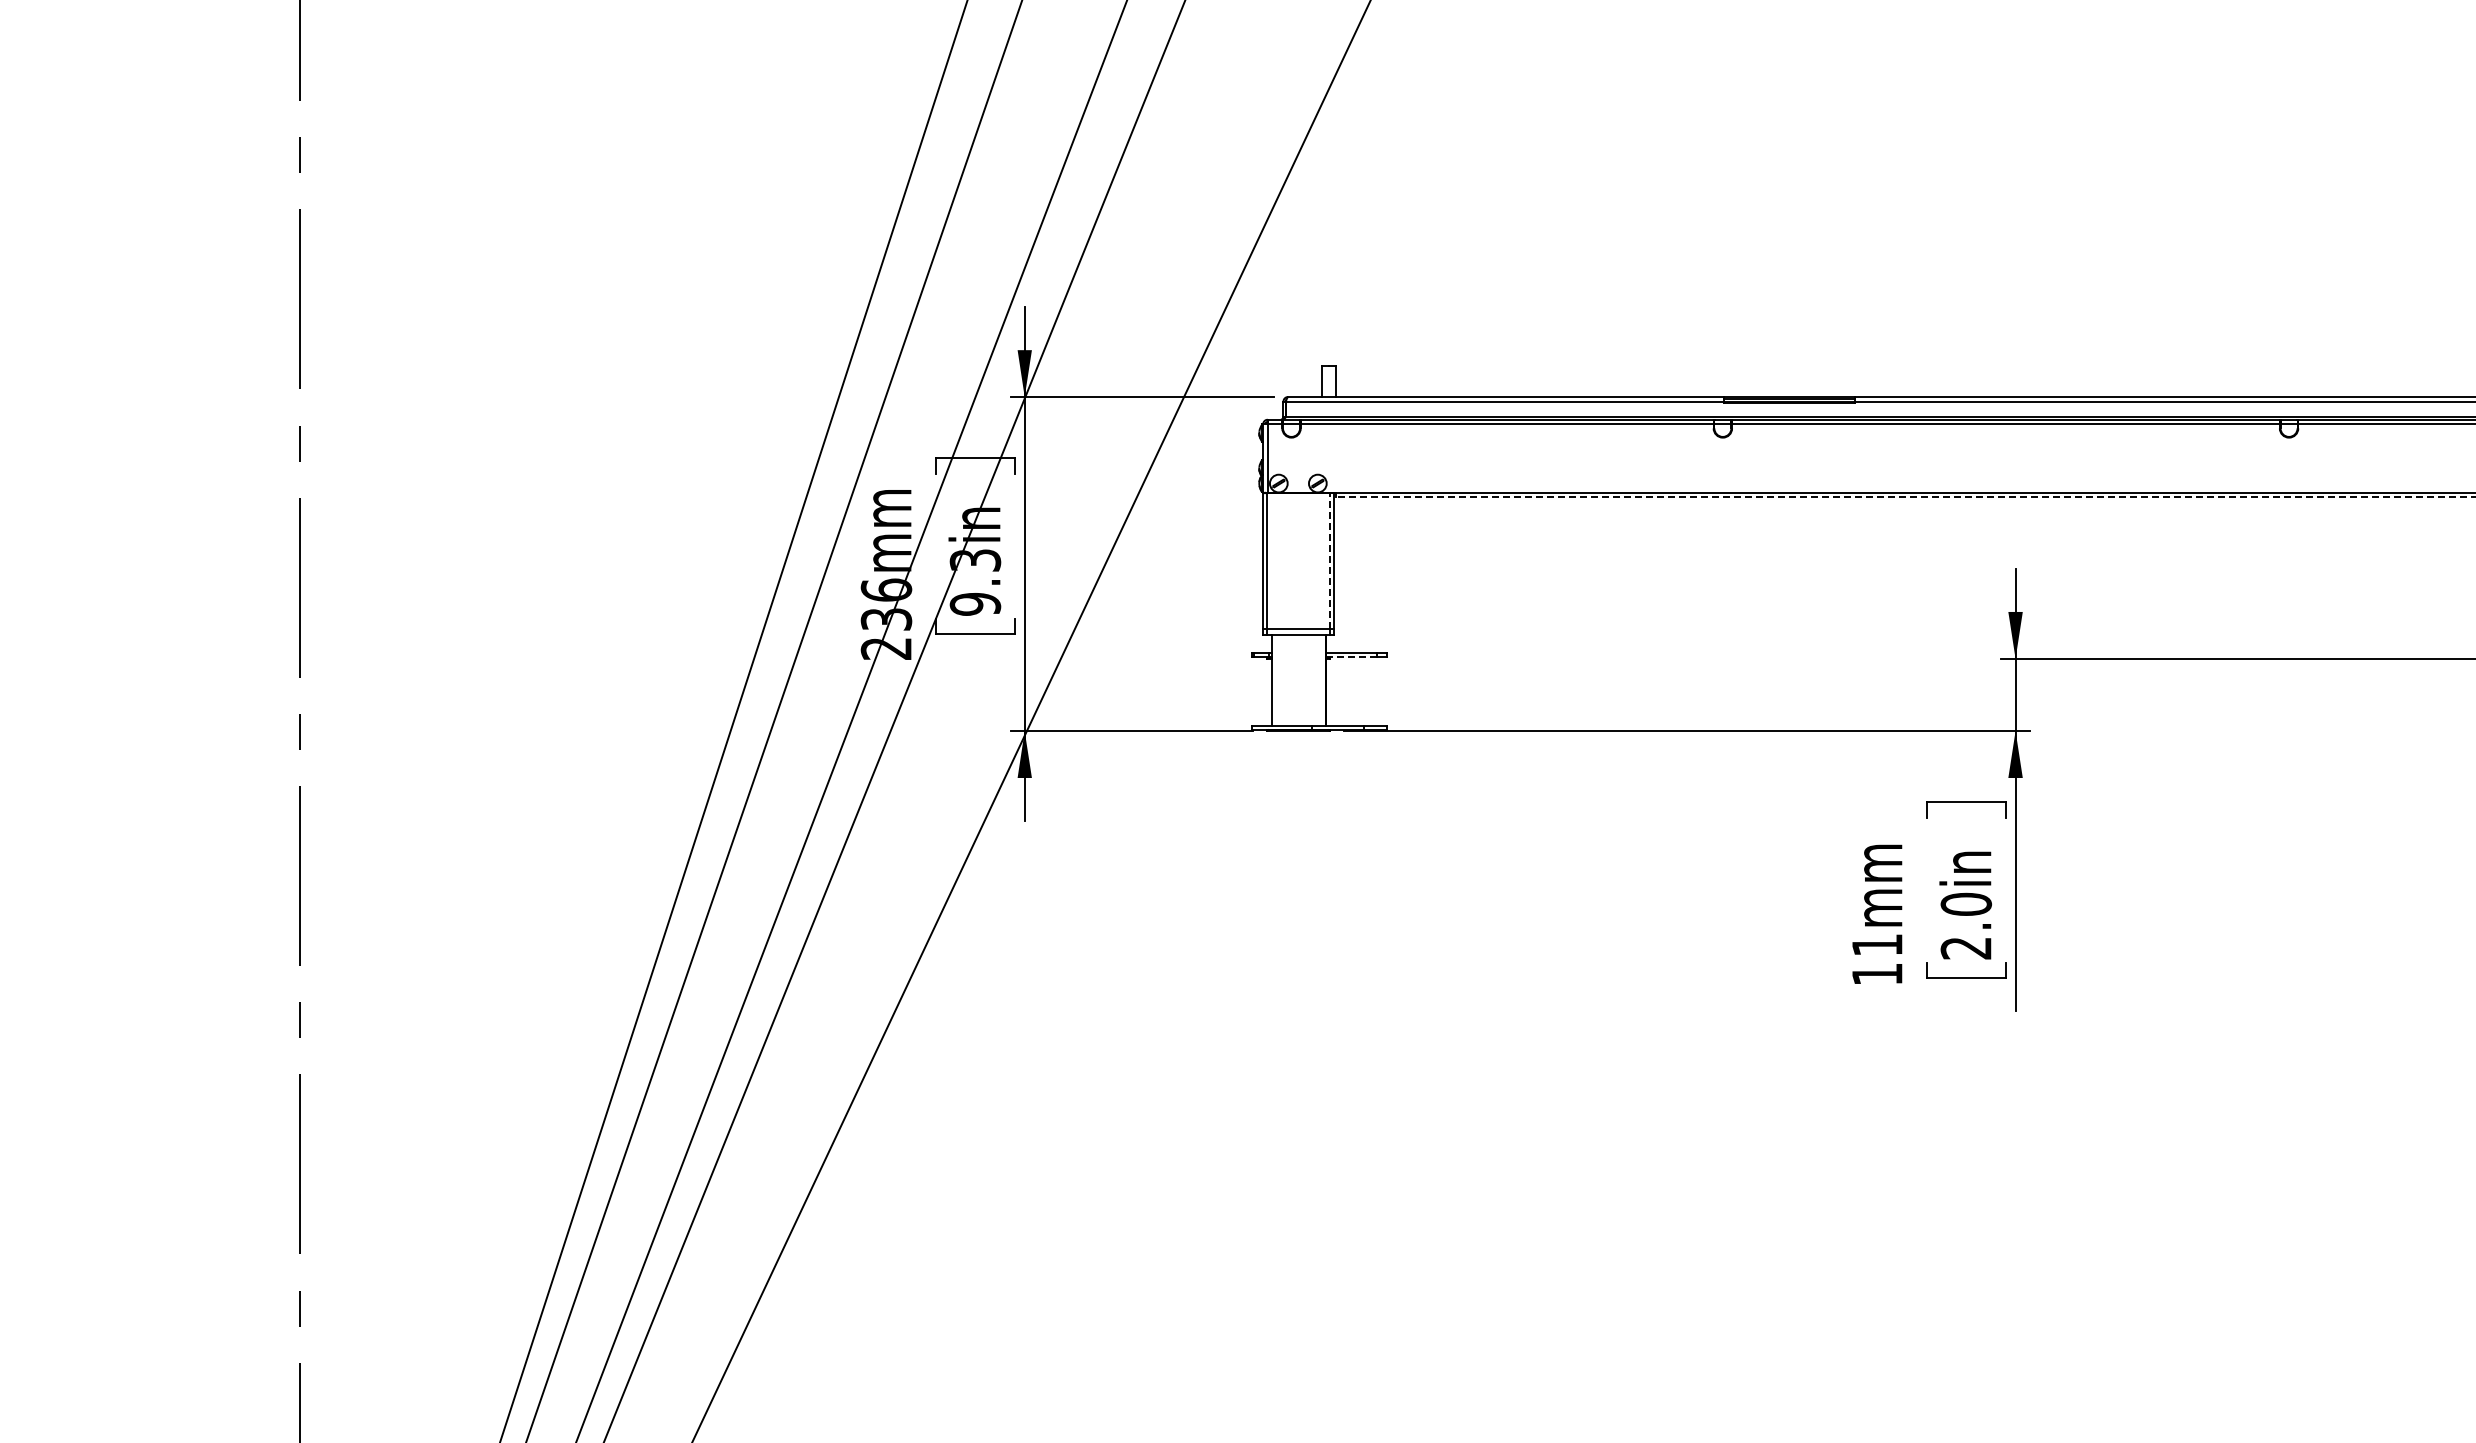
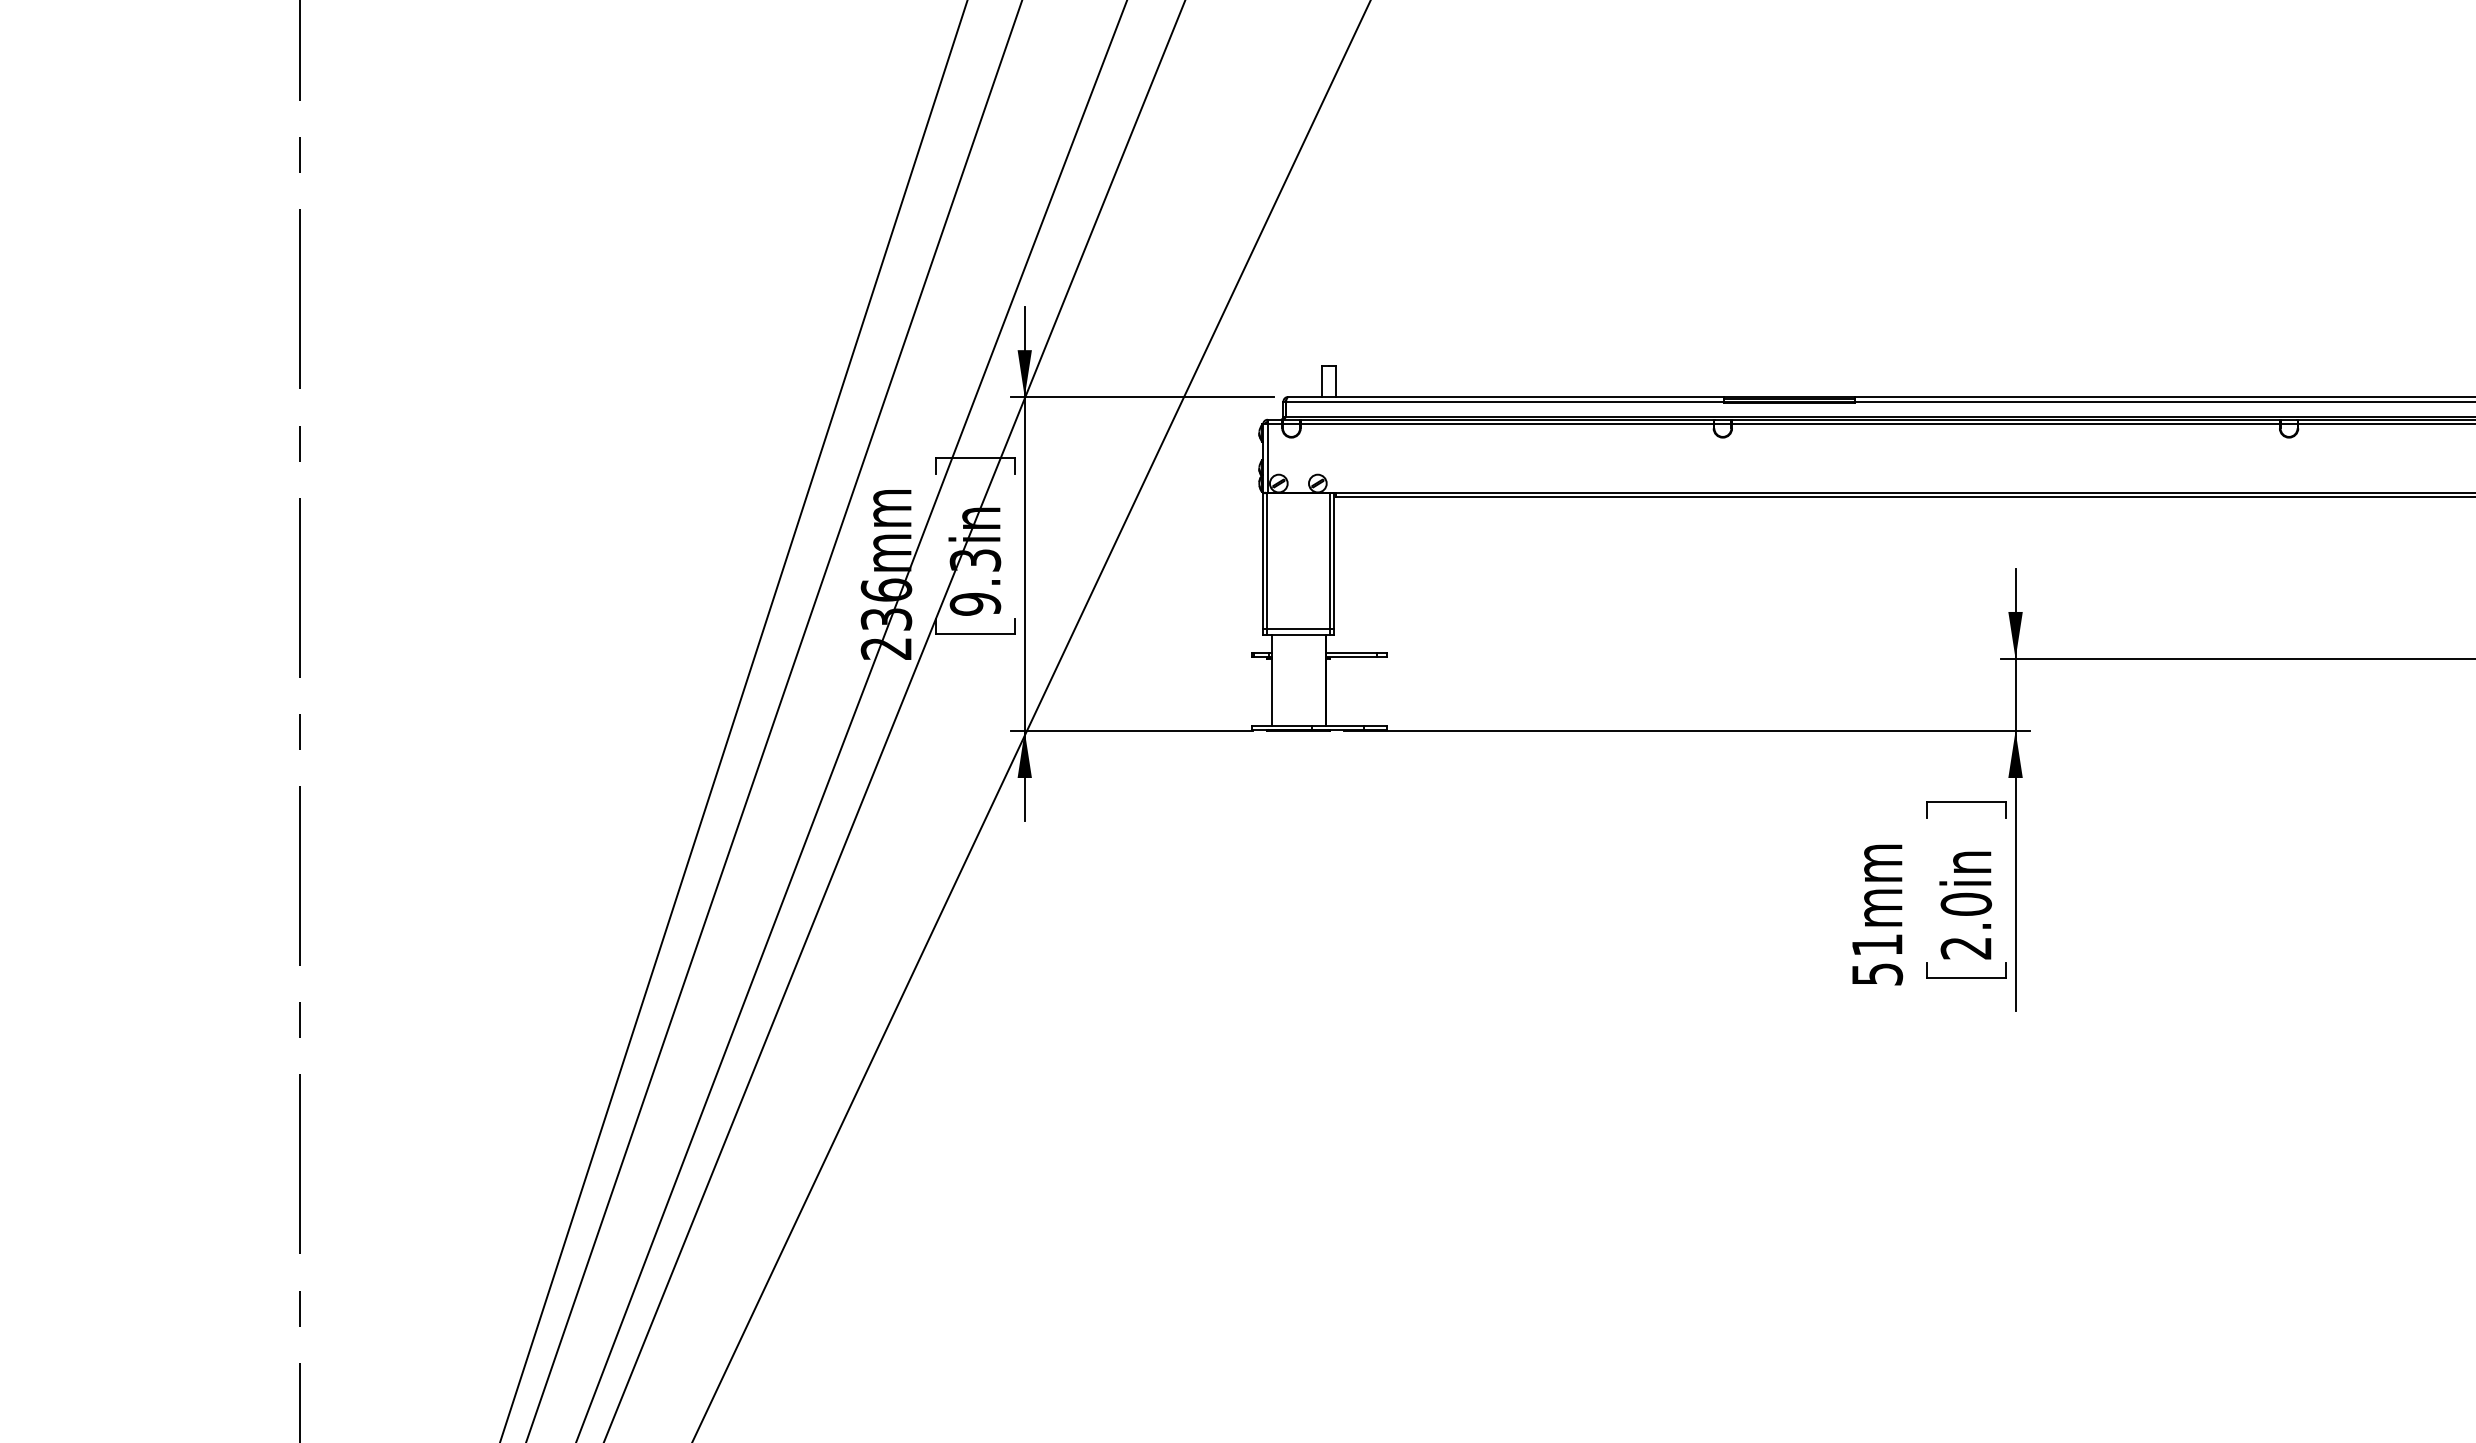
line at (1905, 497): dashed -> solid
line at (1329, 561): dashed -> solid
line at (1351, 657): dashed -> solid
text at (1877, 974): 11mm -> 51mm
